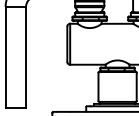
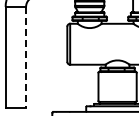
line at (26, 57): solid -> dashed
